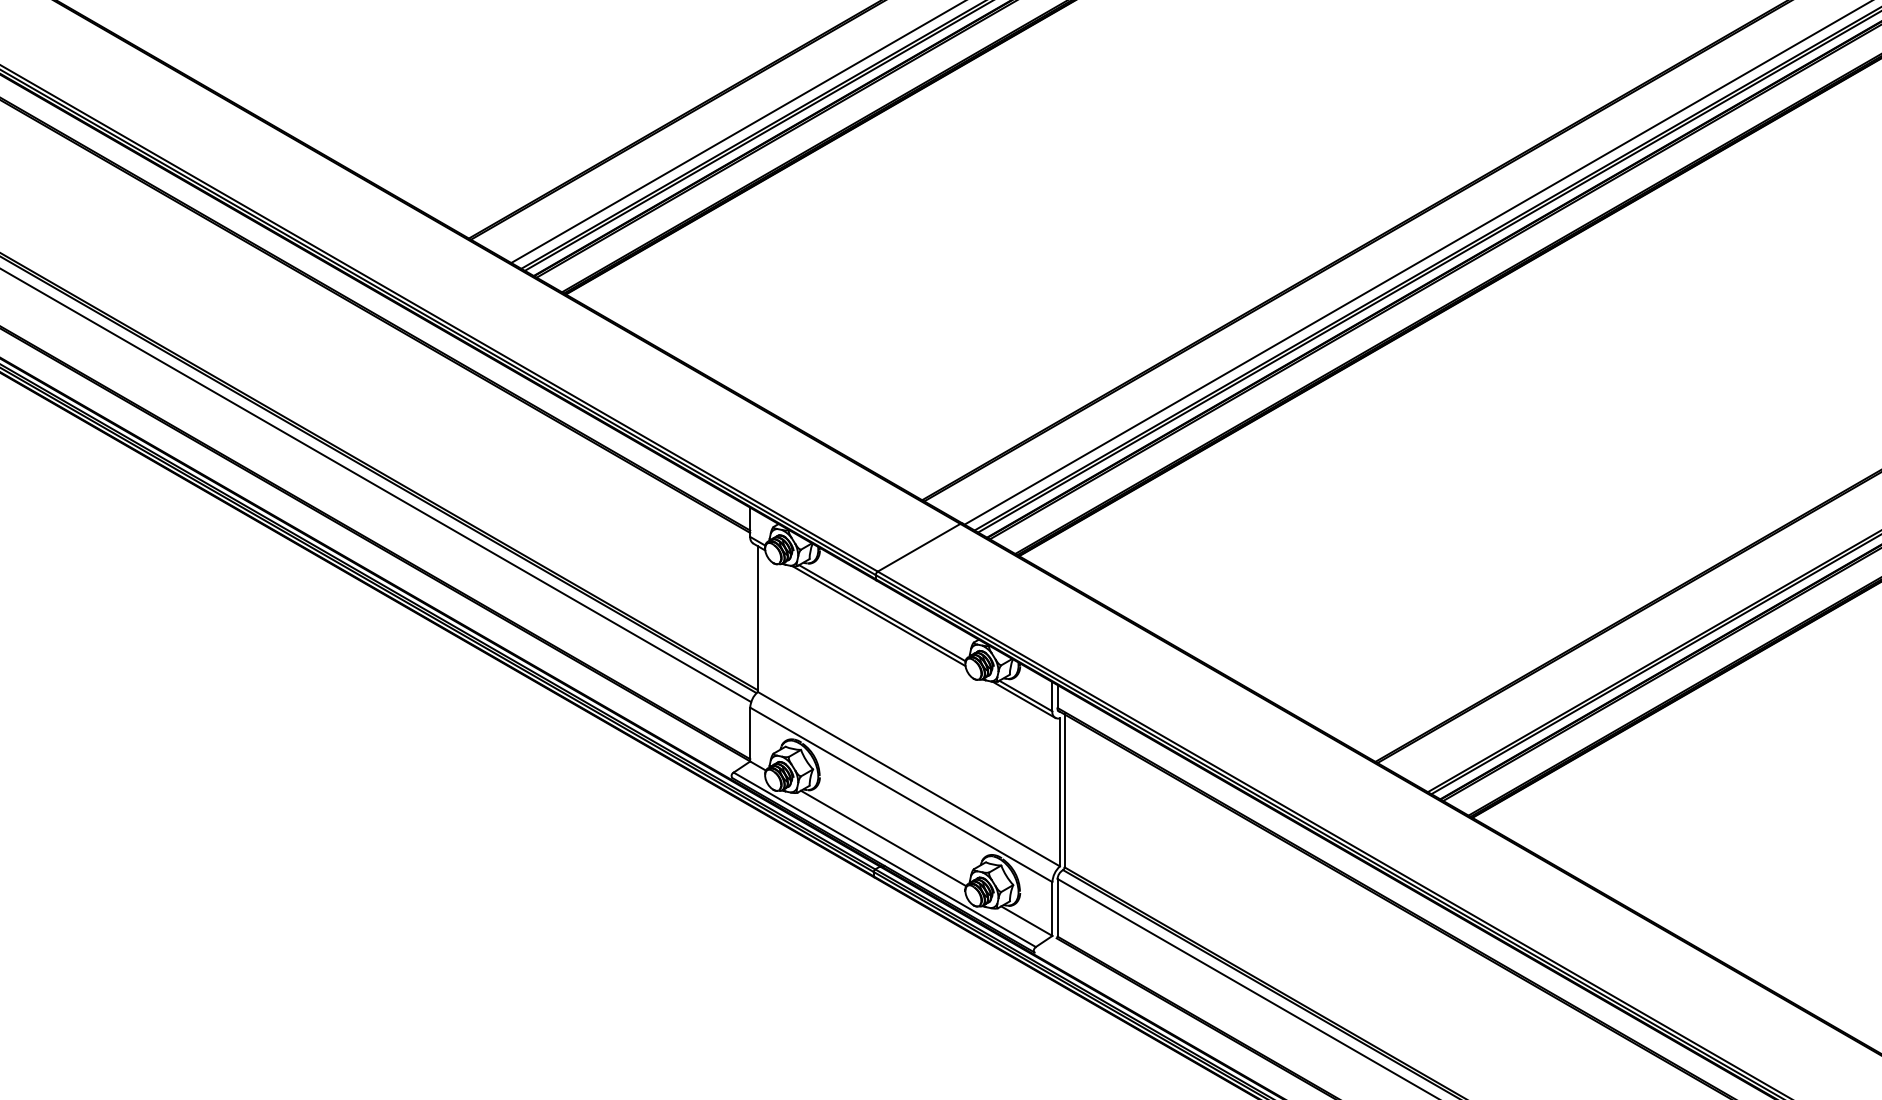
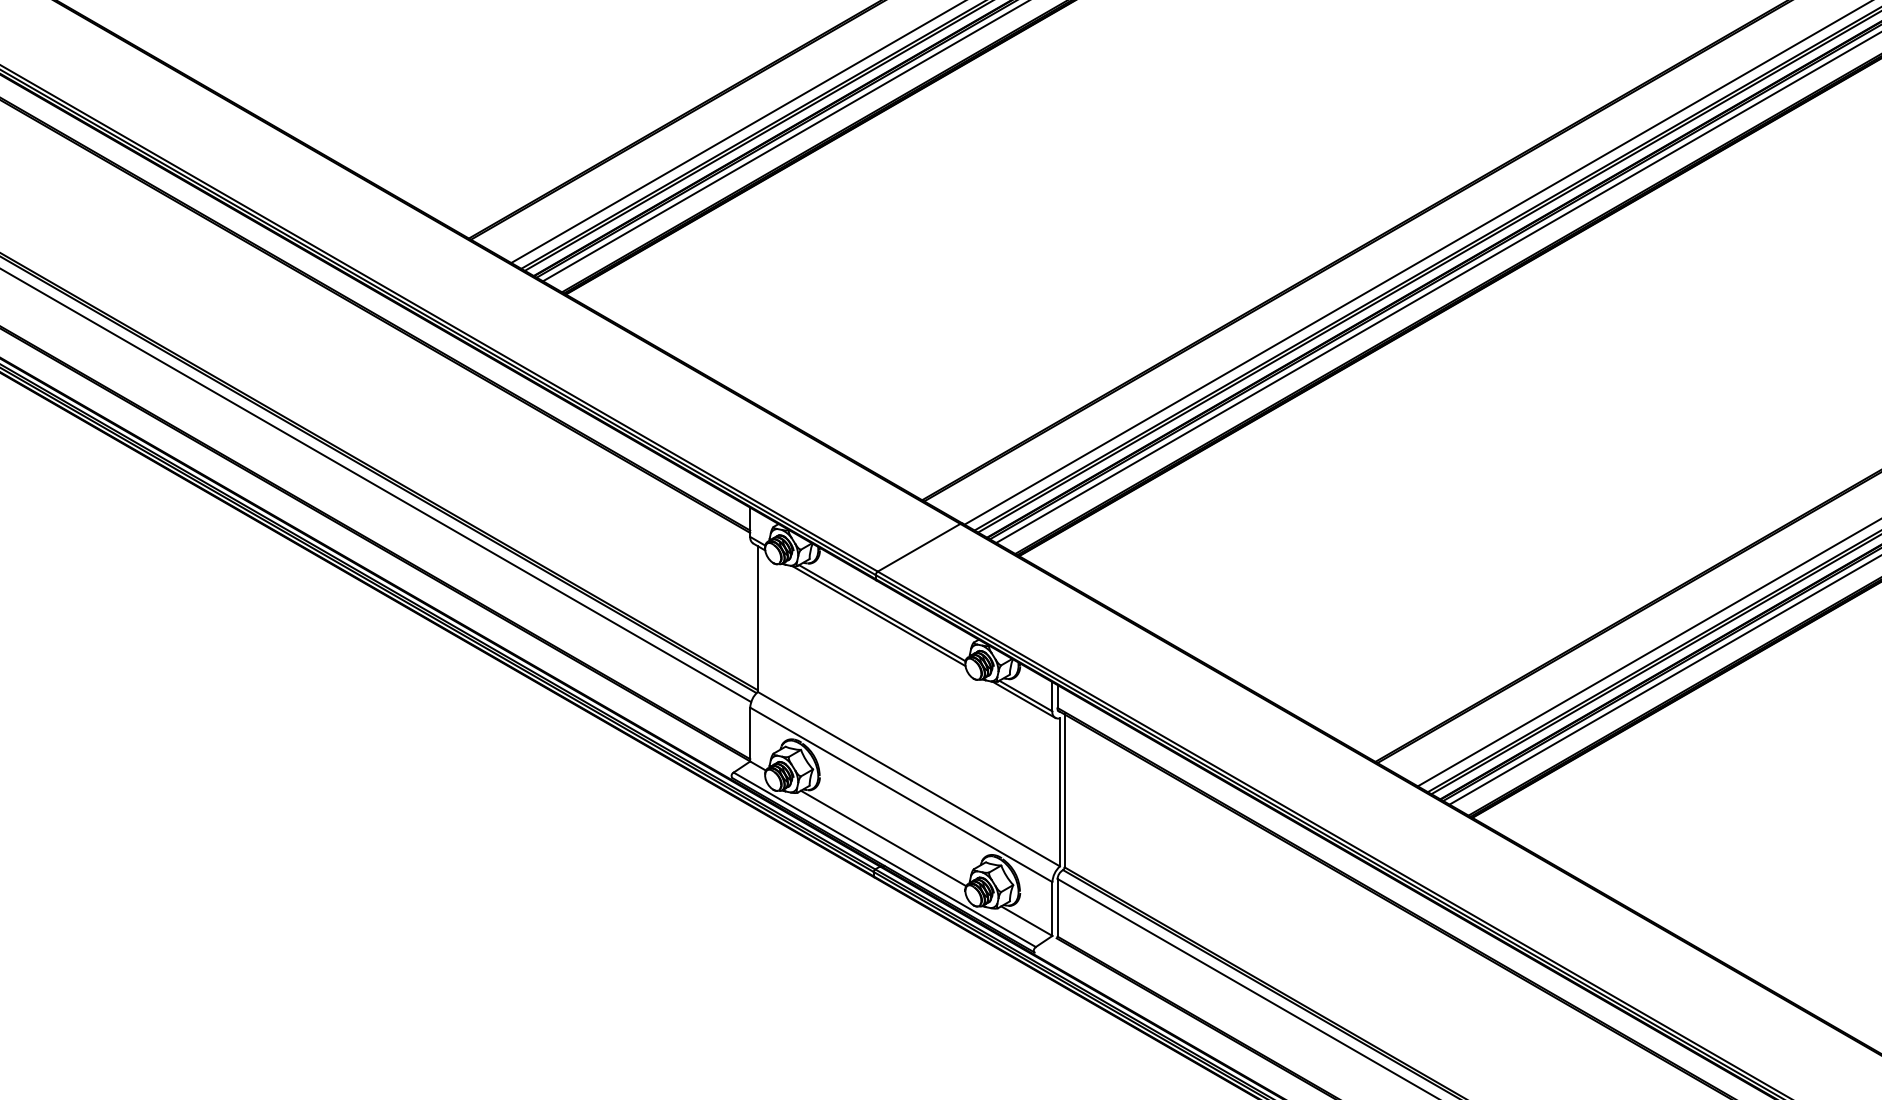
line at (784, 141): none -> present
line at (1437, 287): none -> present
line at (1647, 653): none -> present
line at (1663, 680): none -> present
